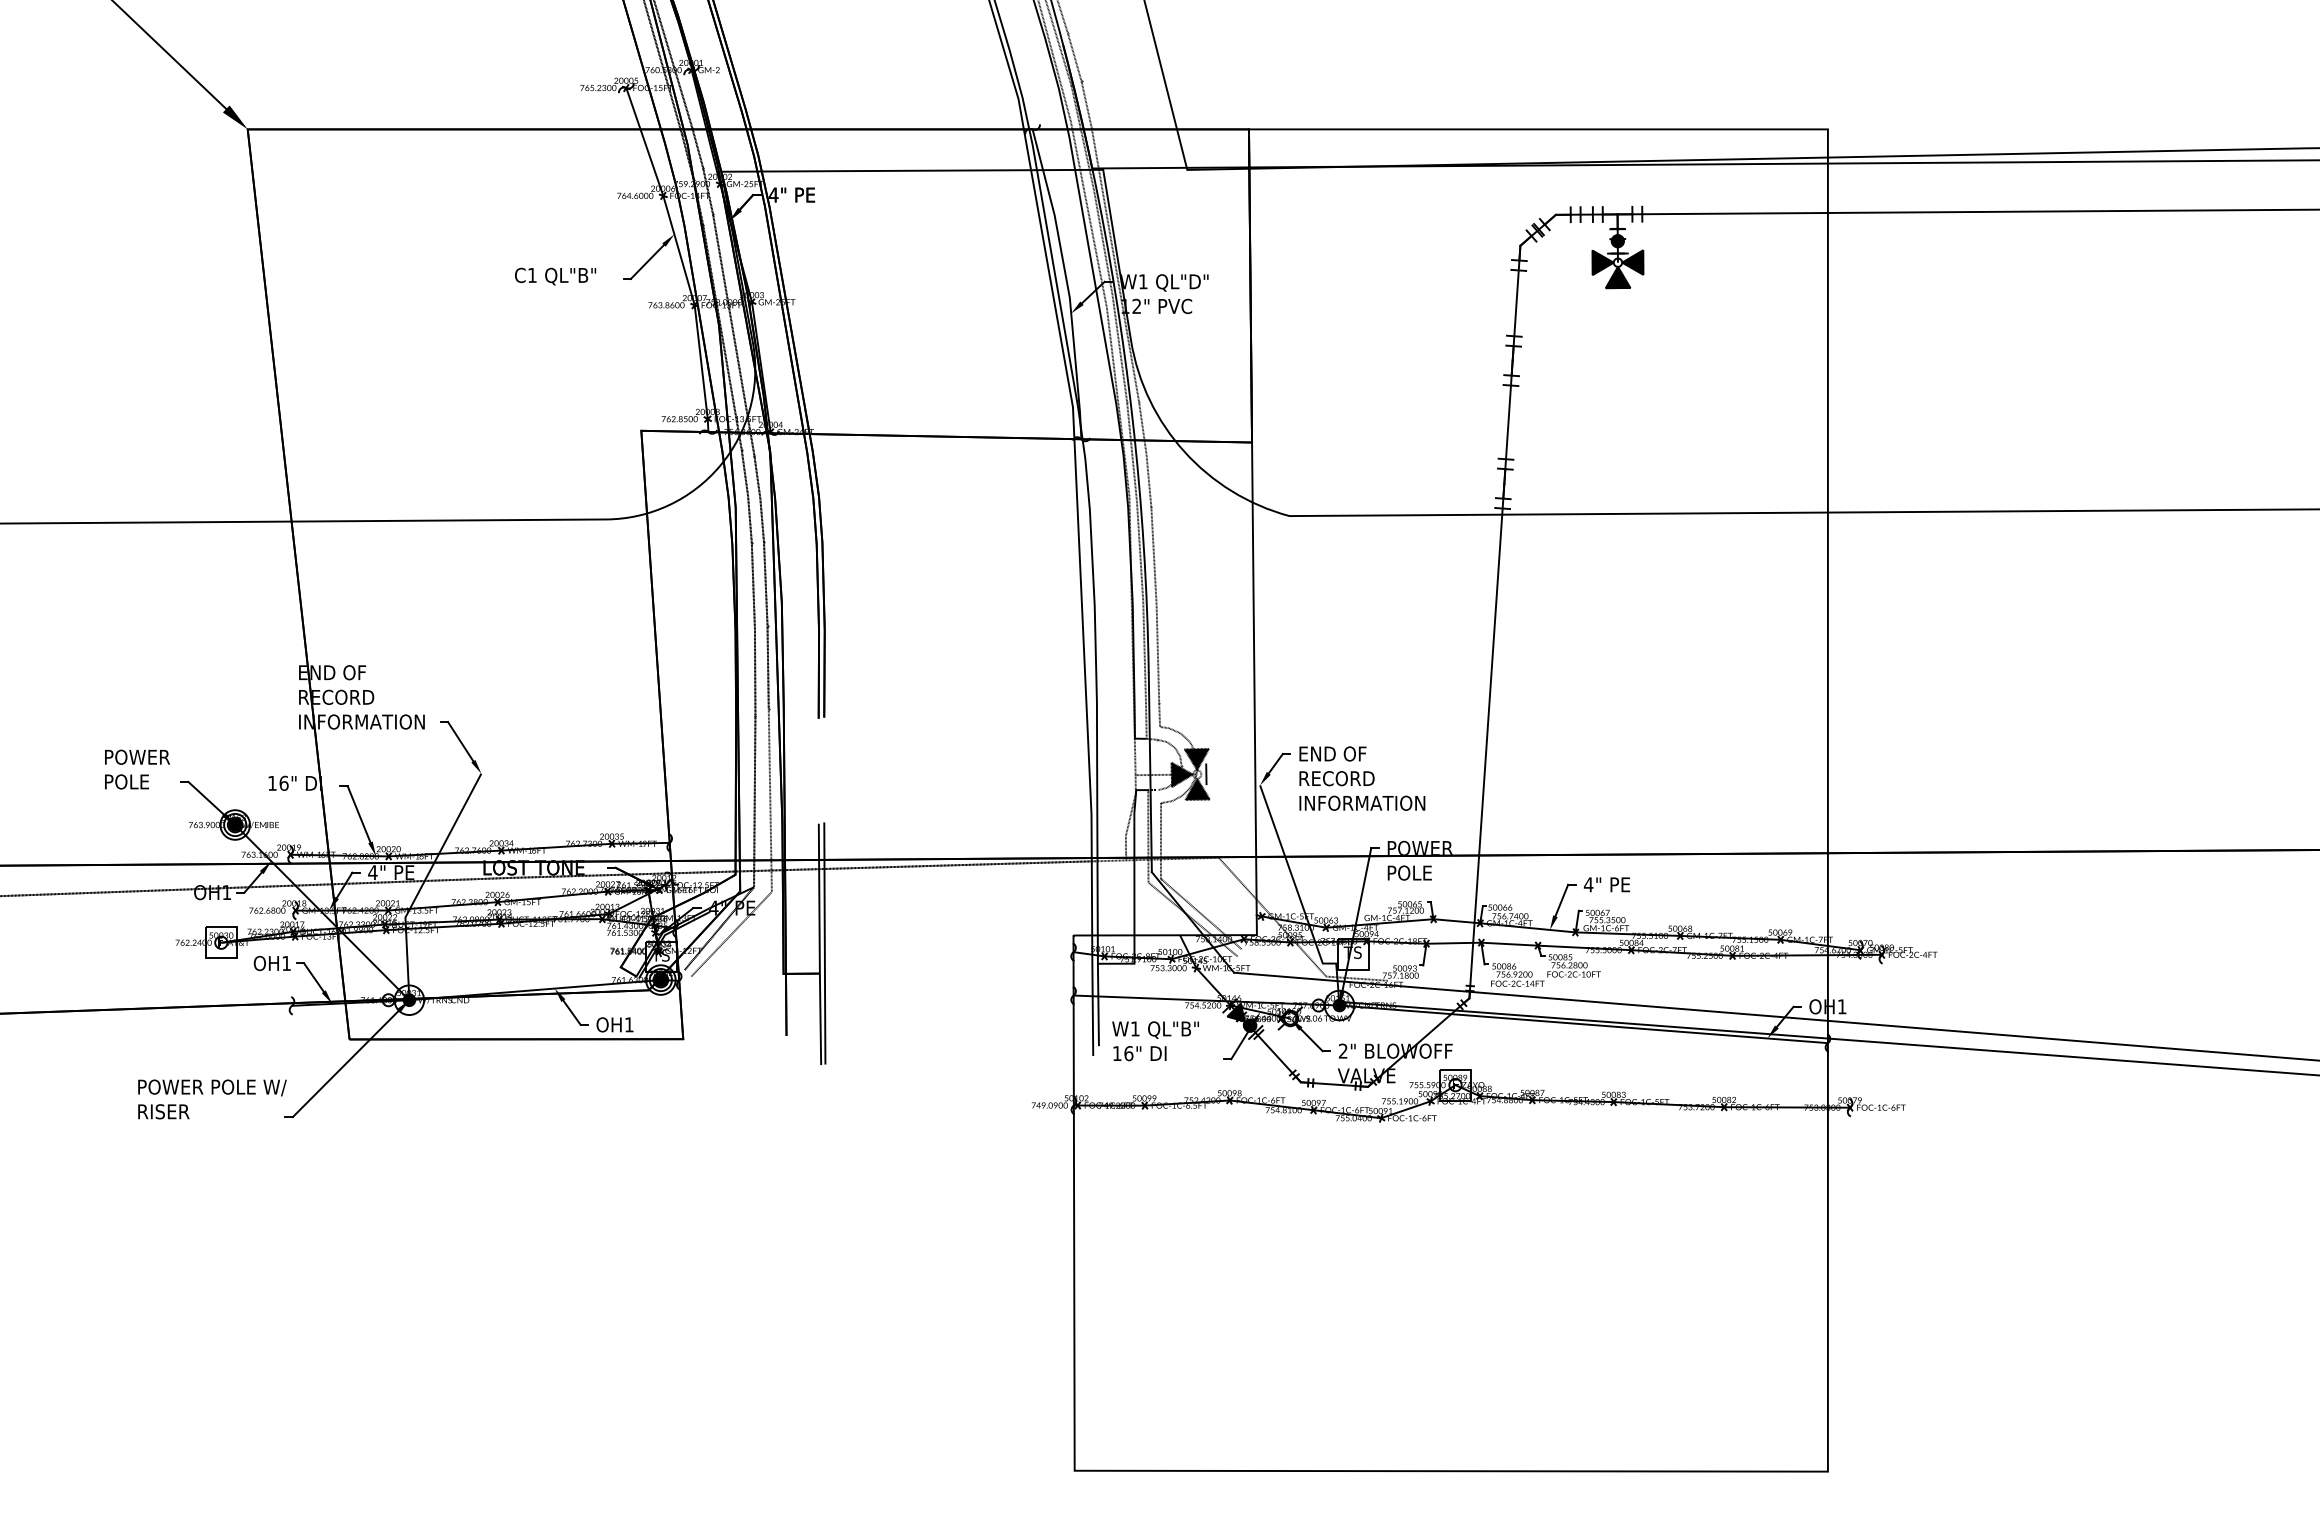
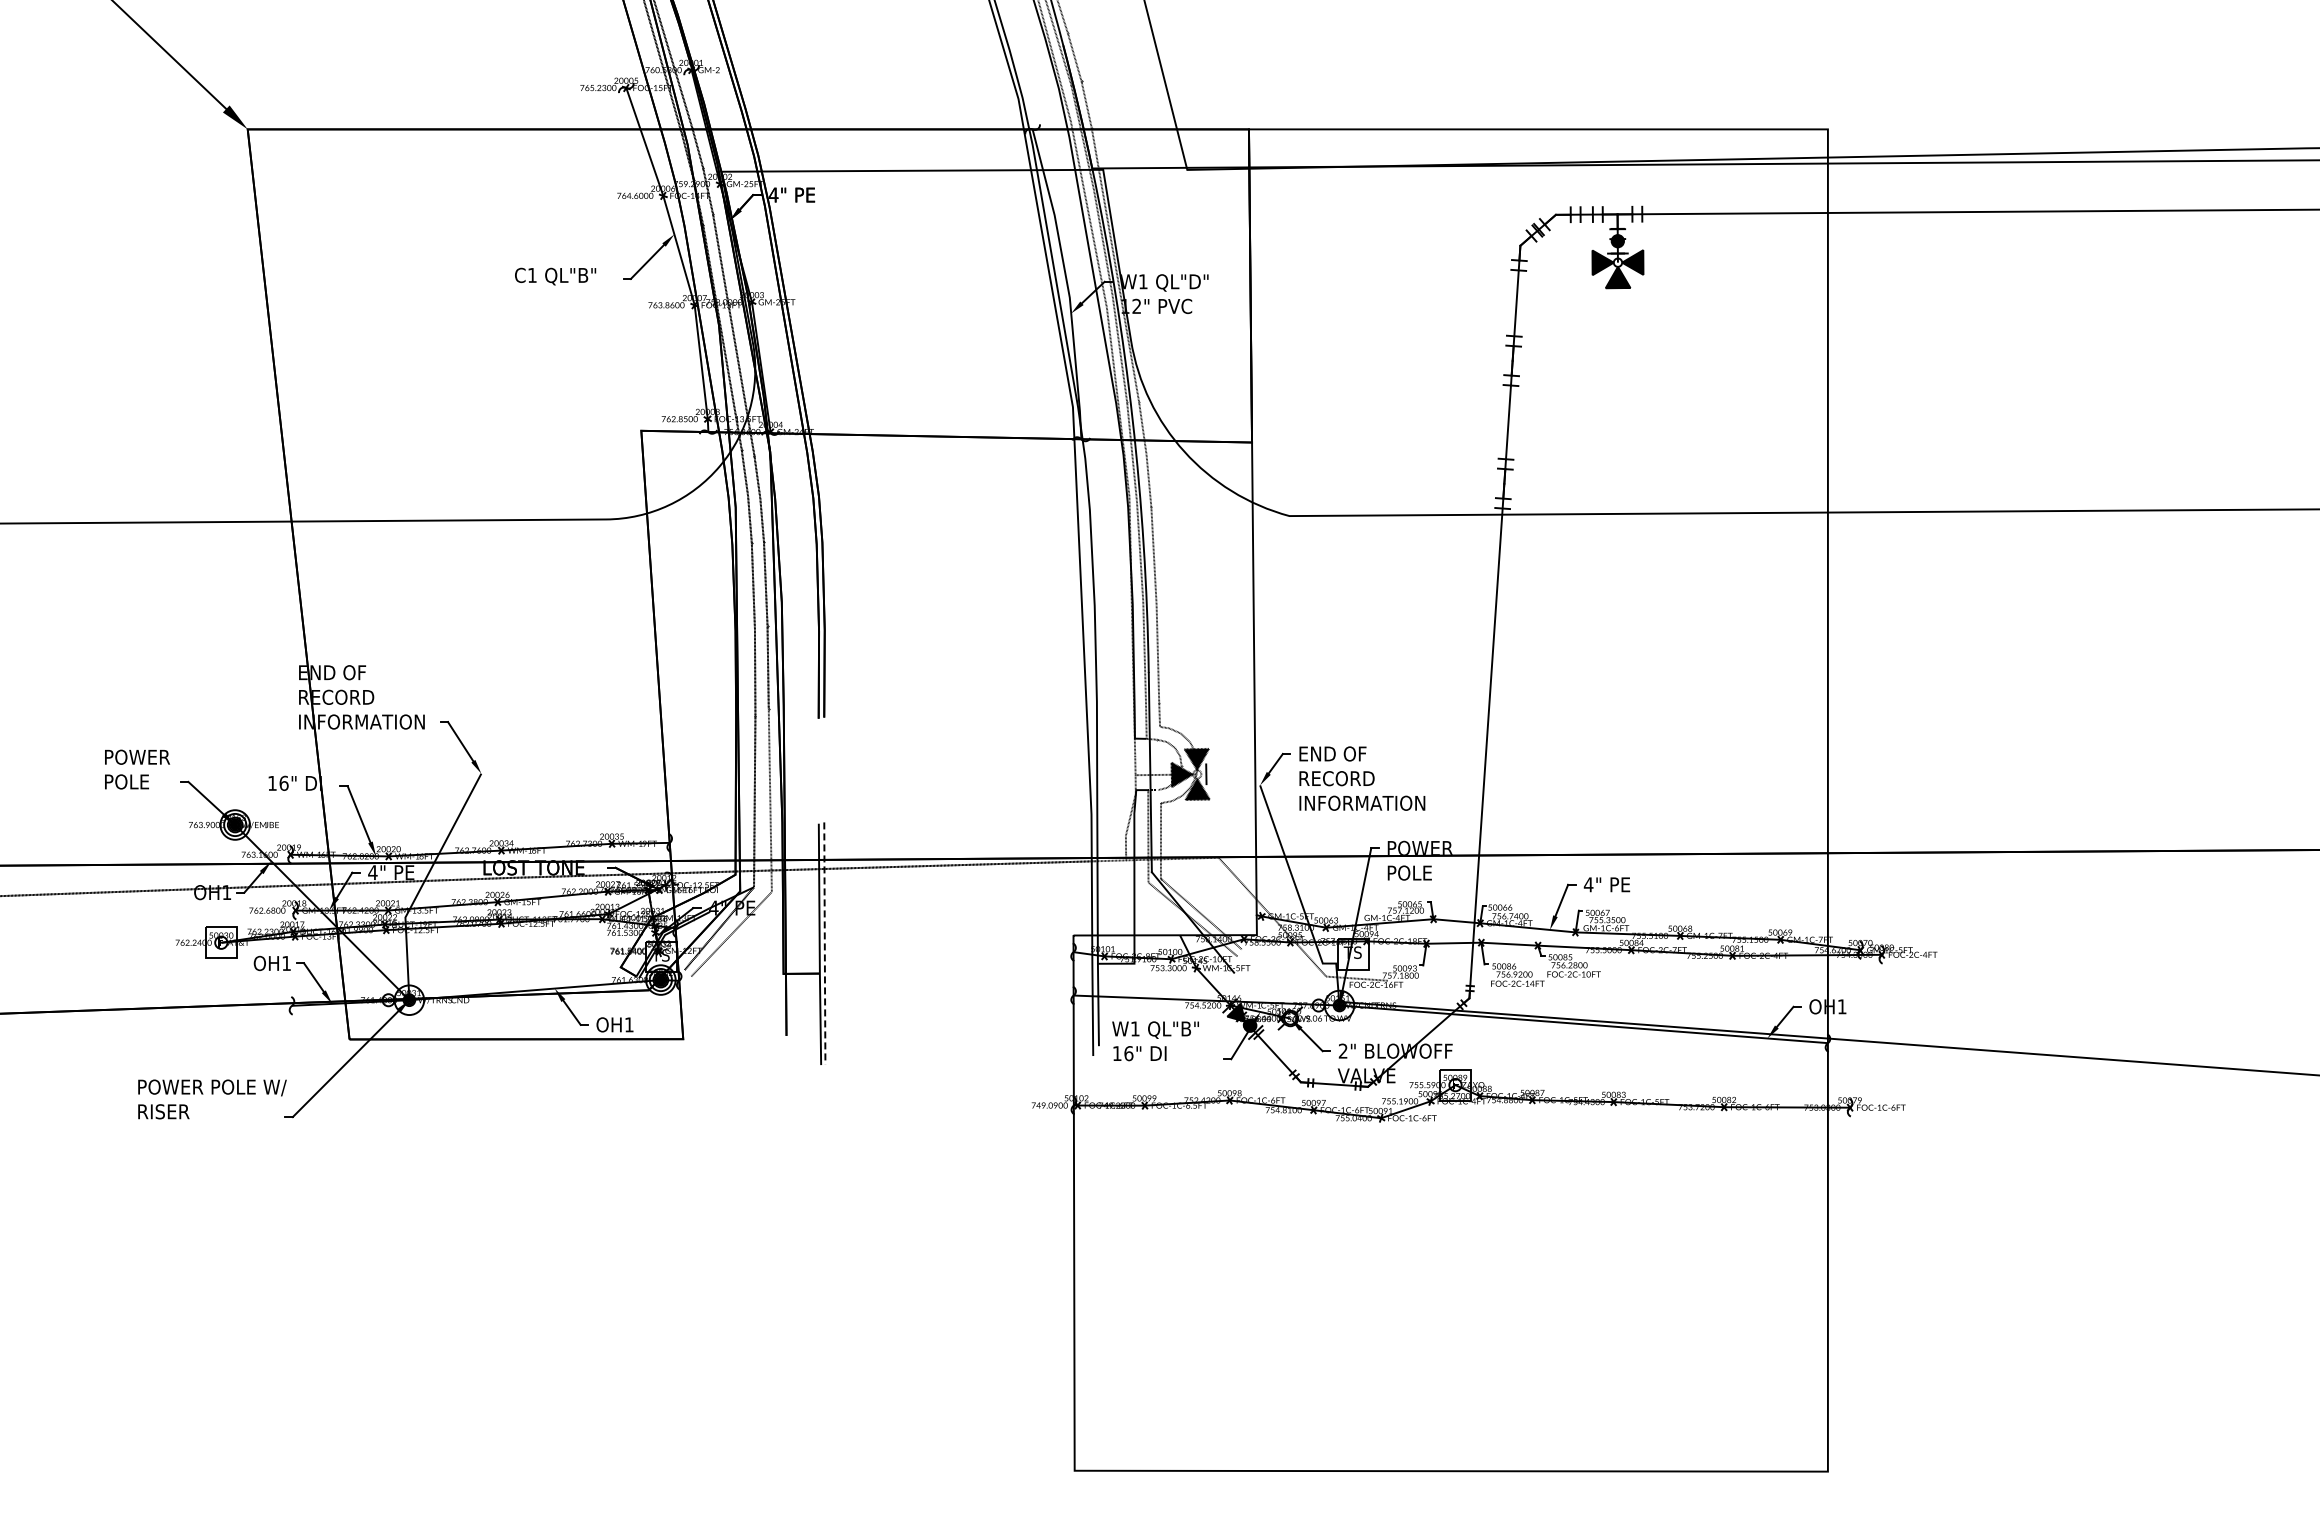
line at (824, 943): solid -> dashed
line at (1775, 1016): present -> none
